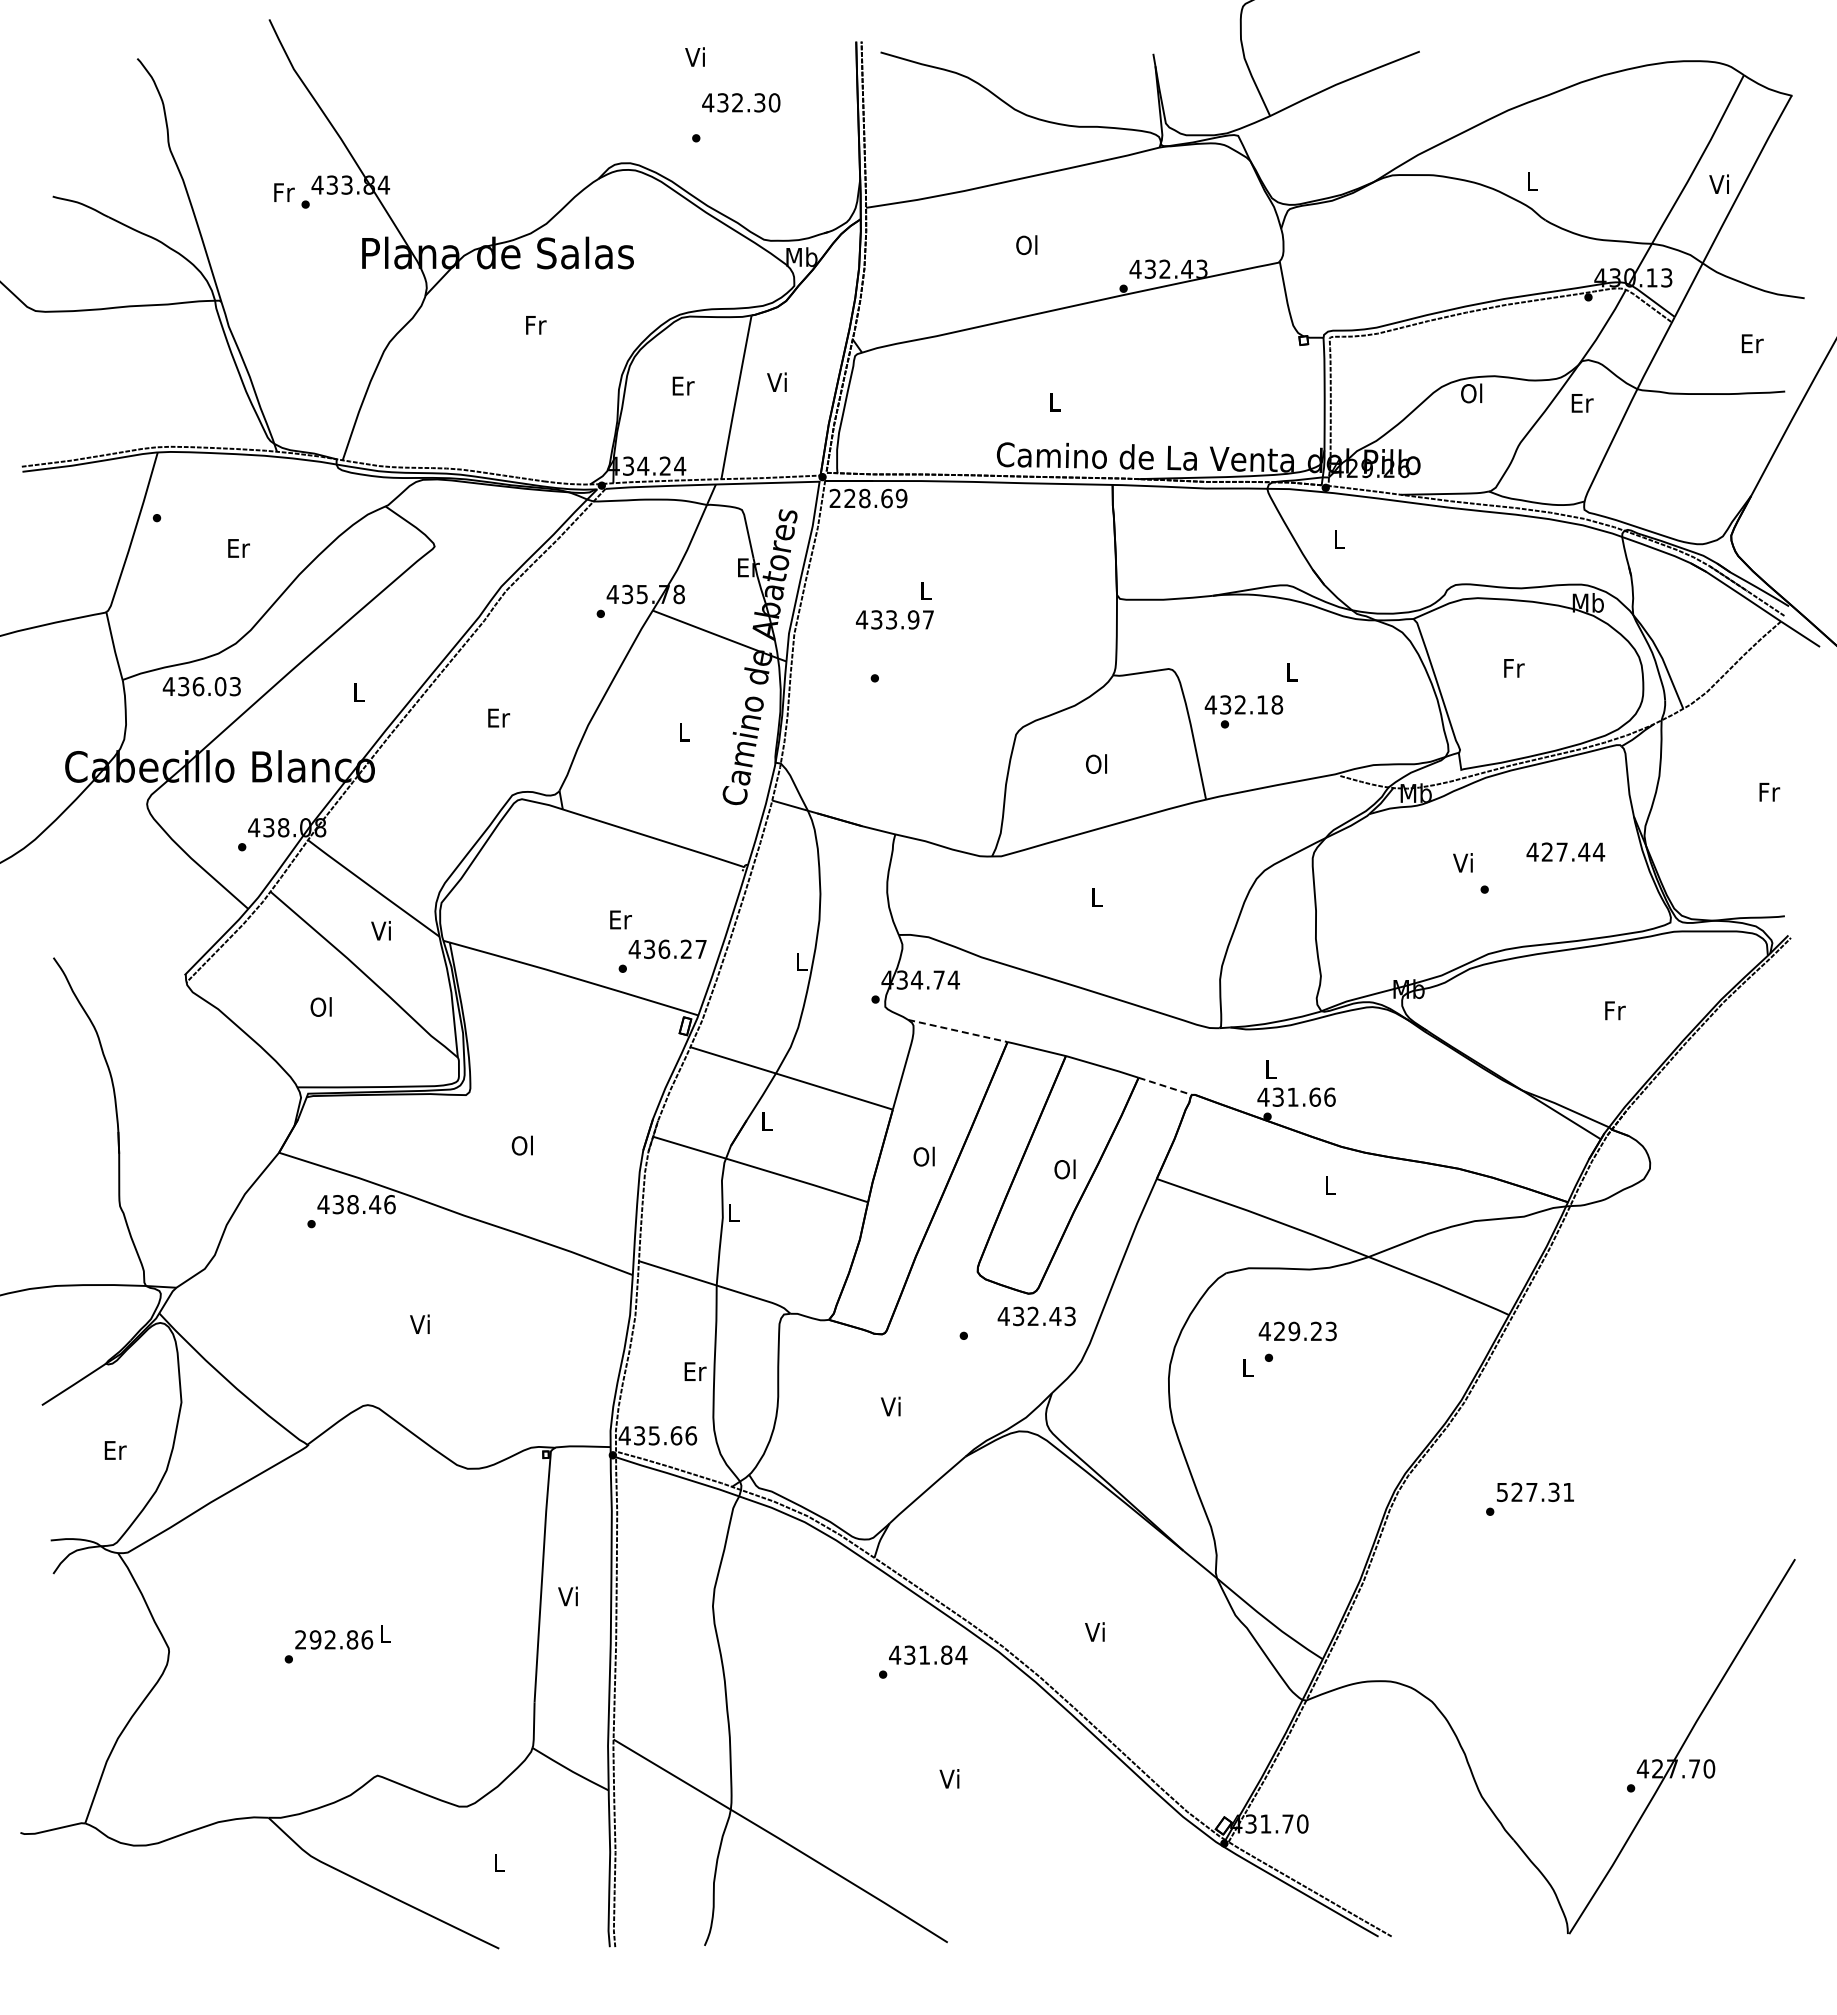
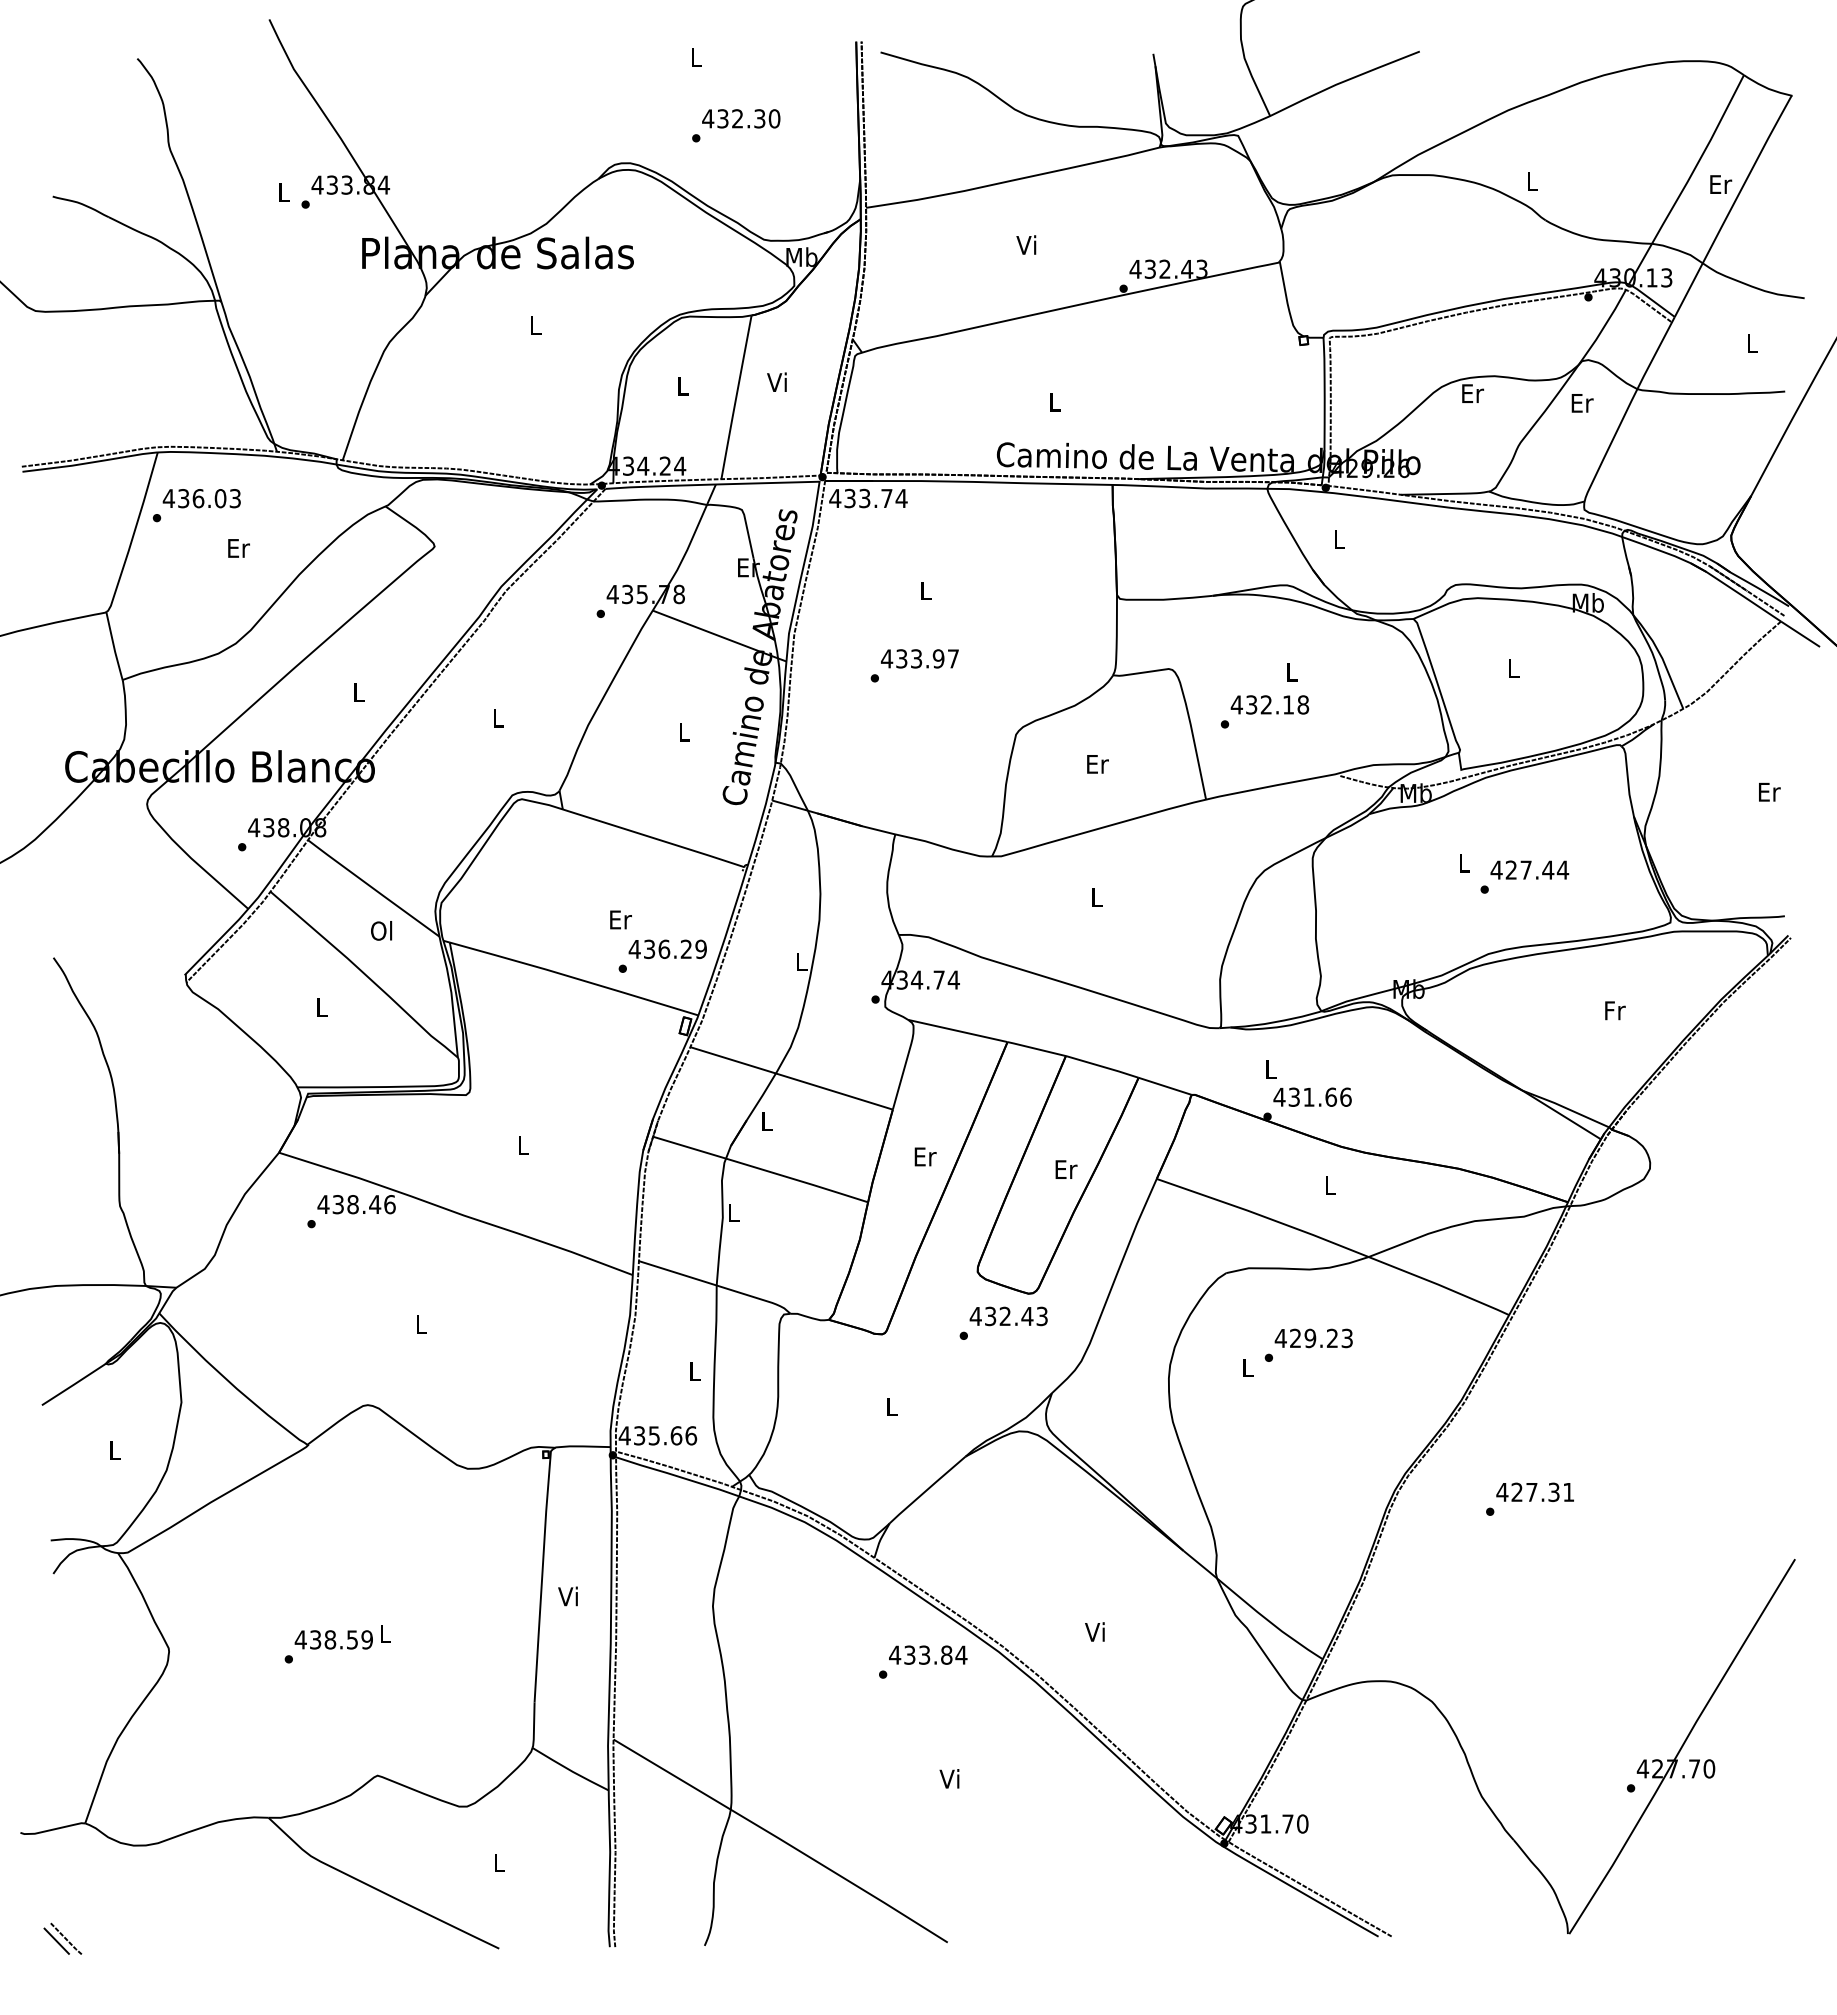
text at (694, 56): Vi -> L
text at (741, 102) position: (741, 102) -> (741, 118)
text at (1720, 183): Vi -> Er
text at (284, 192): Fr -> L
text at (1026, 245): Ol -> Vi
text at (536, 325): Fr -> L
text at (1752, 343): Er -> L
text at (683, 385): Er -> L
text at (1472, 393): Ol -> Er
text at (868, 498): 228.69 -> 433.74
text at (894, 619) position: (894, 619) -> (919, 658)
text at (1514, 668): Fr -> L
text at (201, 686) position: (201, 686) -> (201, 498)
text at (1243, 704) position: (1243, 704) -> (1269, 704)
text at (499, 717): Er -> L
text at (1097, 763): Ol -> Er
text at (1769, 792): Fr -> Er
text at (1565, 851) position: (1565, 851) -> (1529, 869)
text at (1462, 862): Vi -> L
text at (381, 930): Vi -> Ol
text at (700, 948): 436.27 -> 436.29
text at (320, 1006): Ol -> L
line at (958, 1031): dashed -> solid
line at (1164, 1086): dashed -> solid
text at (1296, 1096) position: (1296, 1096) -> (1312, 1096)
text at (521, 1145): Ol -> L
text at (924, 1156): Ol -> Er
text at (1065, 1169): Ol -> Er
text at (1036, 1316) position: (1036, 1316) -> (1008, 1316)
text at (419, 1323): Vi -> L
text at (1297, 1331) position: (1297, 1331) -> (1313, 1338)
text at (695, 1371): Er -> L
text at (890, 1406): Vi -> L
text at (115, 1450): Er -> L
text at (1502, 1492): 527.31 -> 427.31
text at (333, 1639): 292.86 -> 438.59
text at (924, 1654): 431.84 -> 433.84
part at (62, 1938): none -> present
